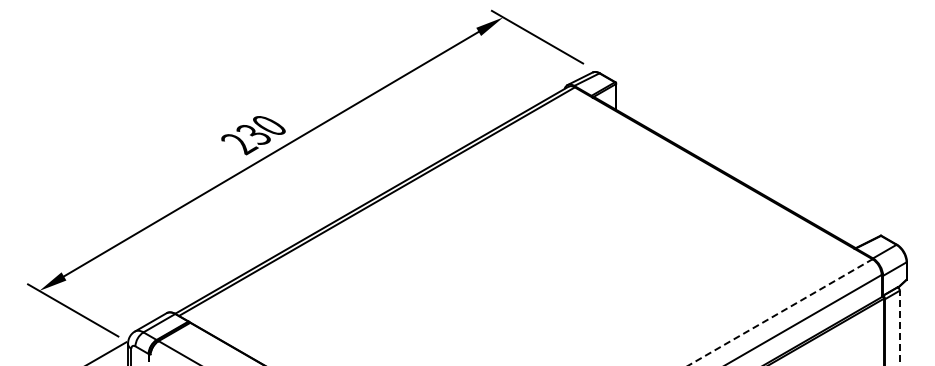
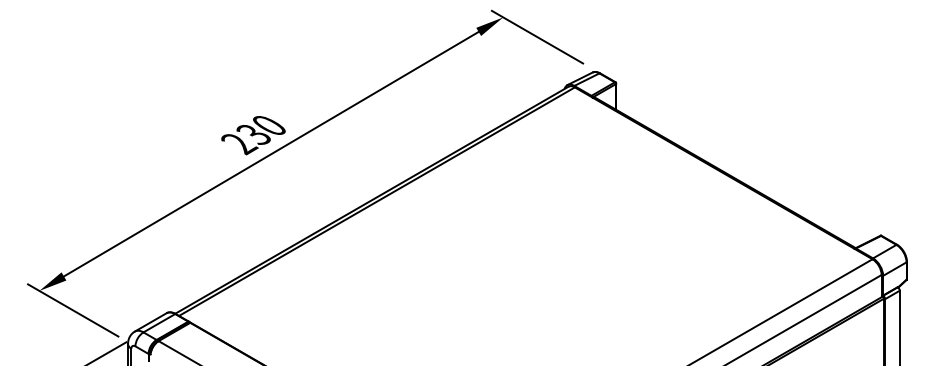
line at (780, 312): dashed -> solid
line at (899, 327): dashed -> solid
